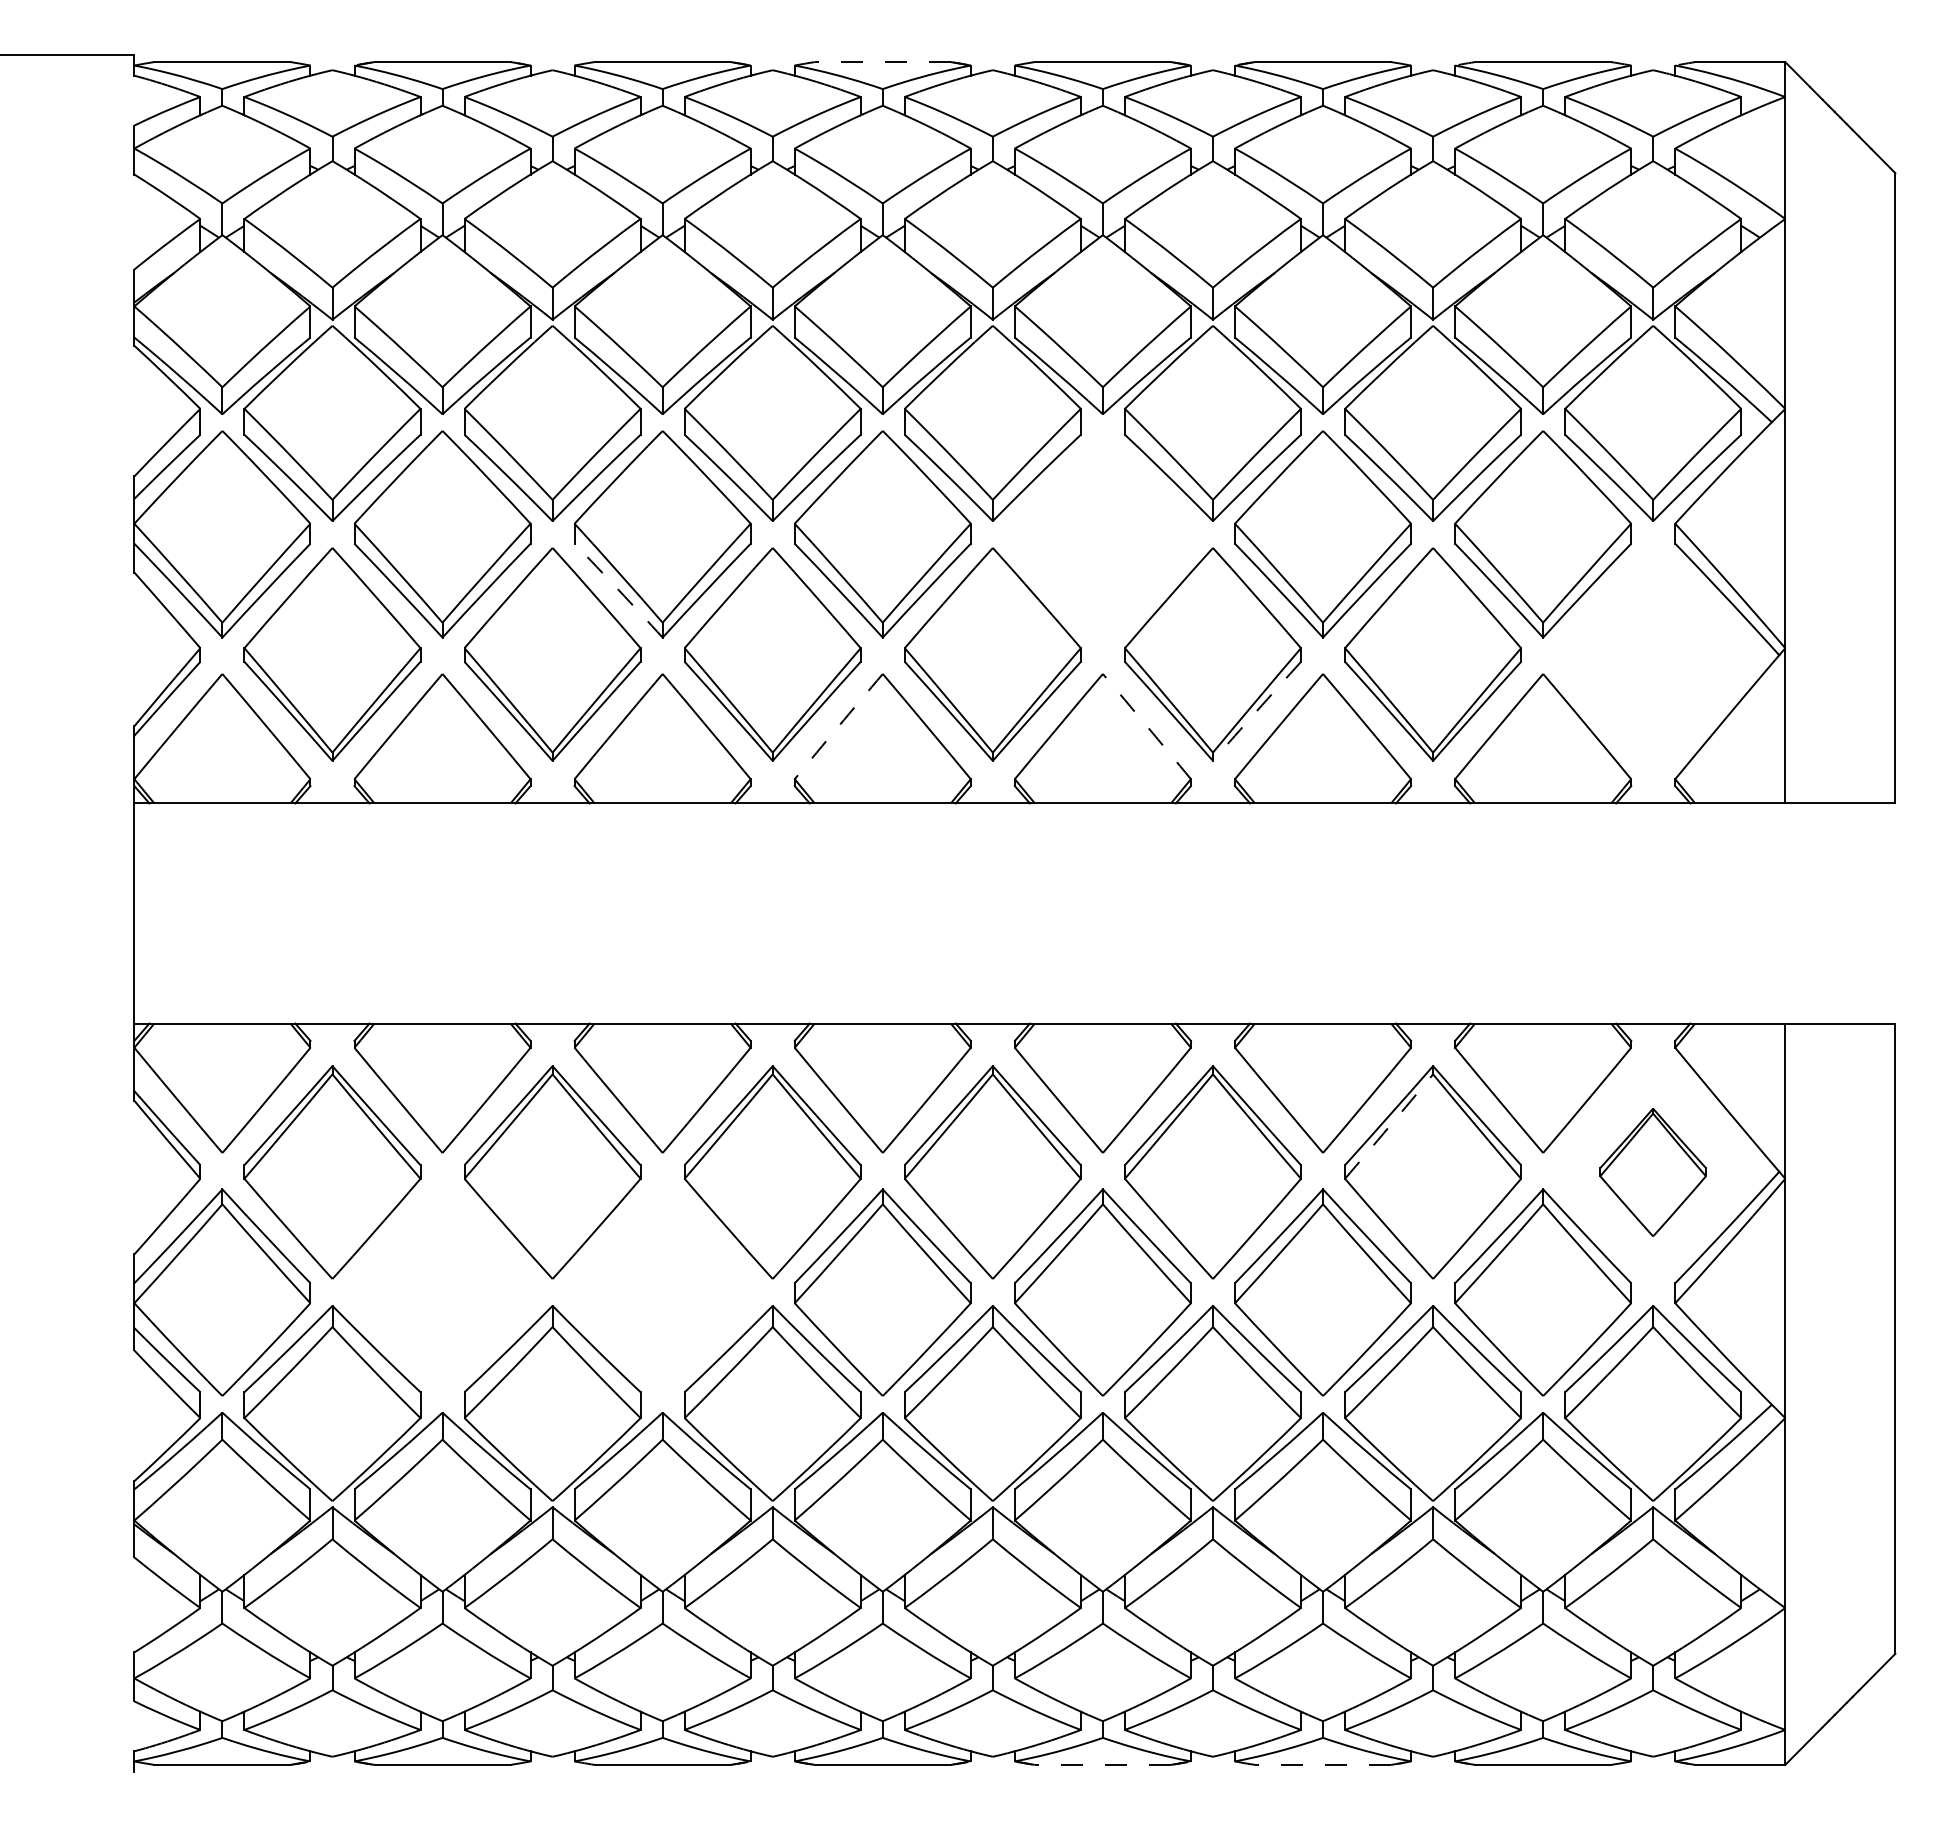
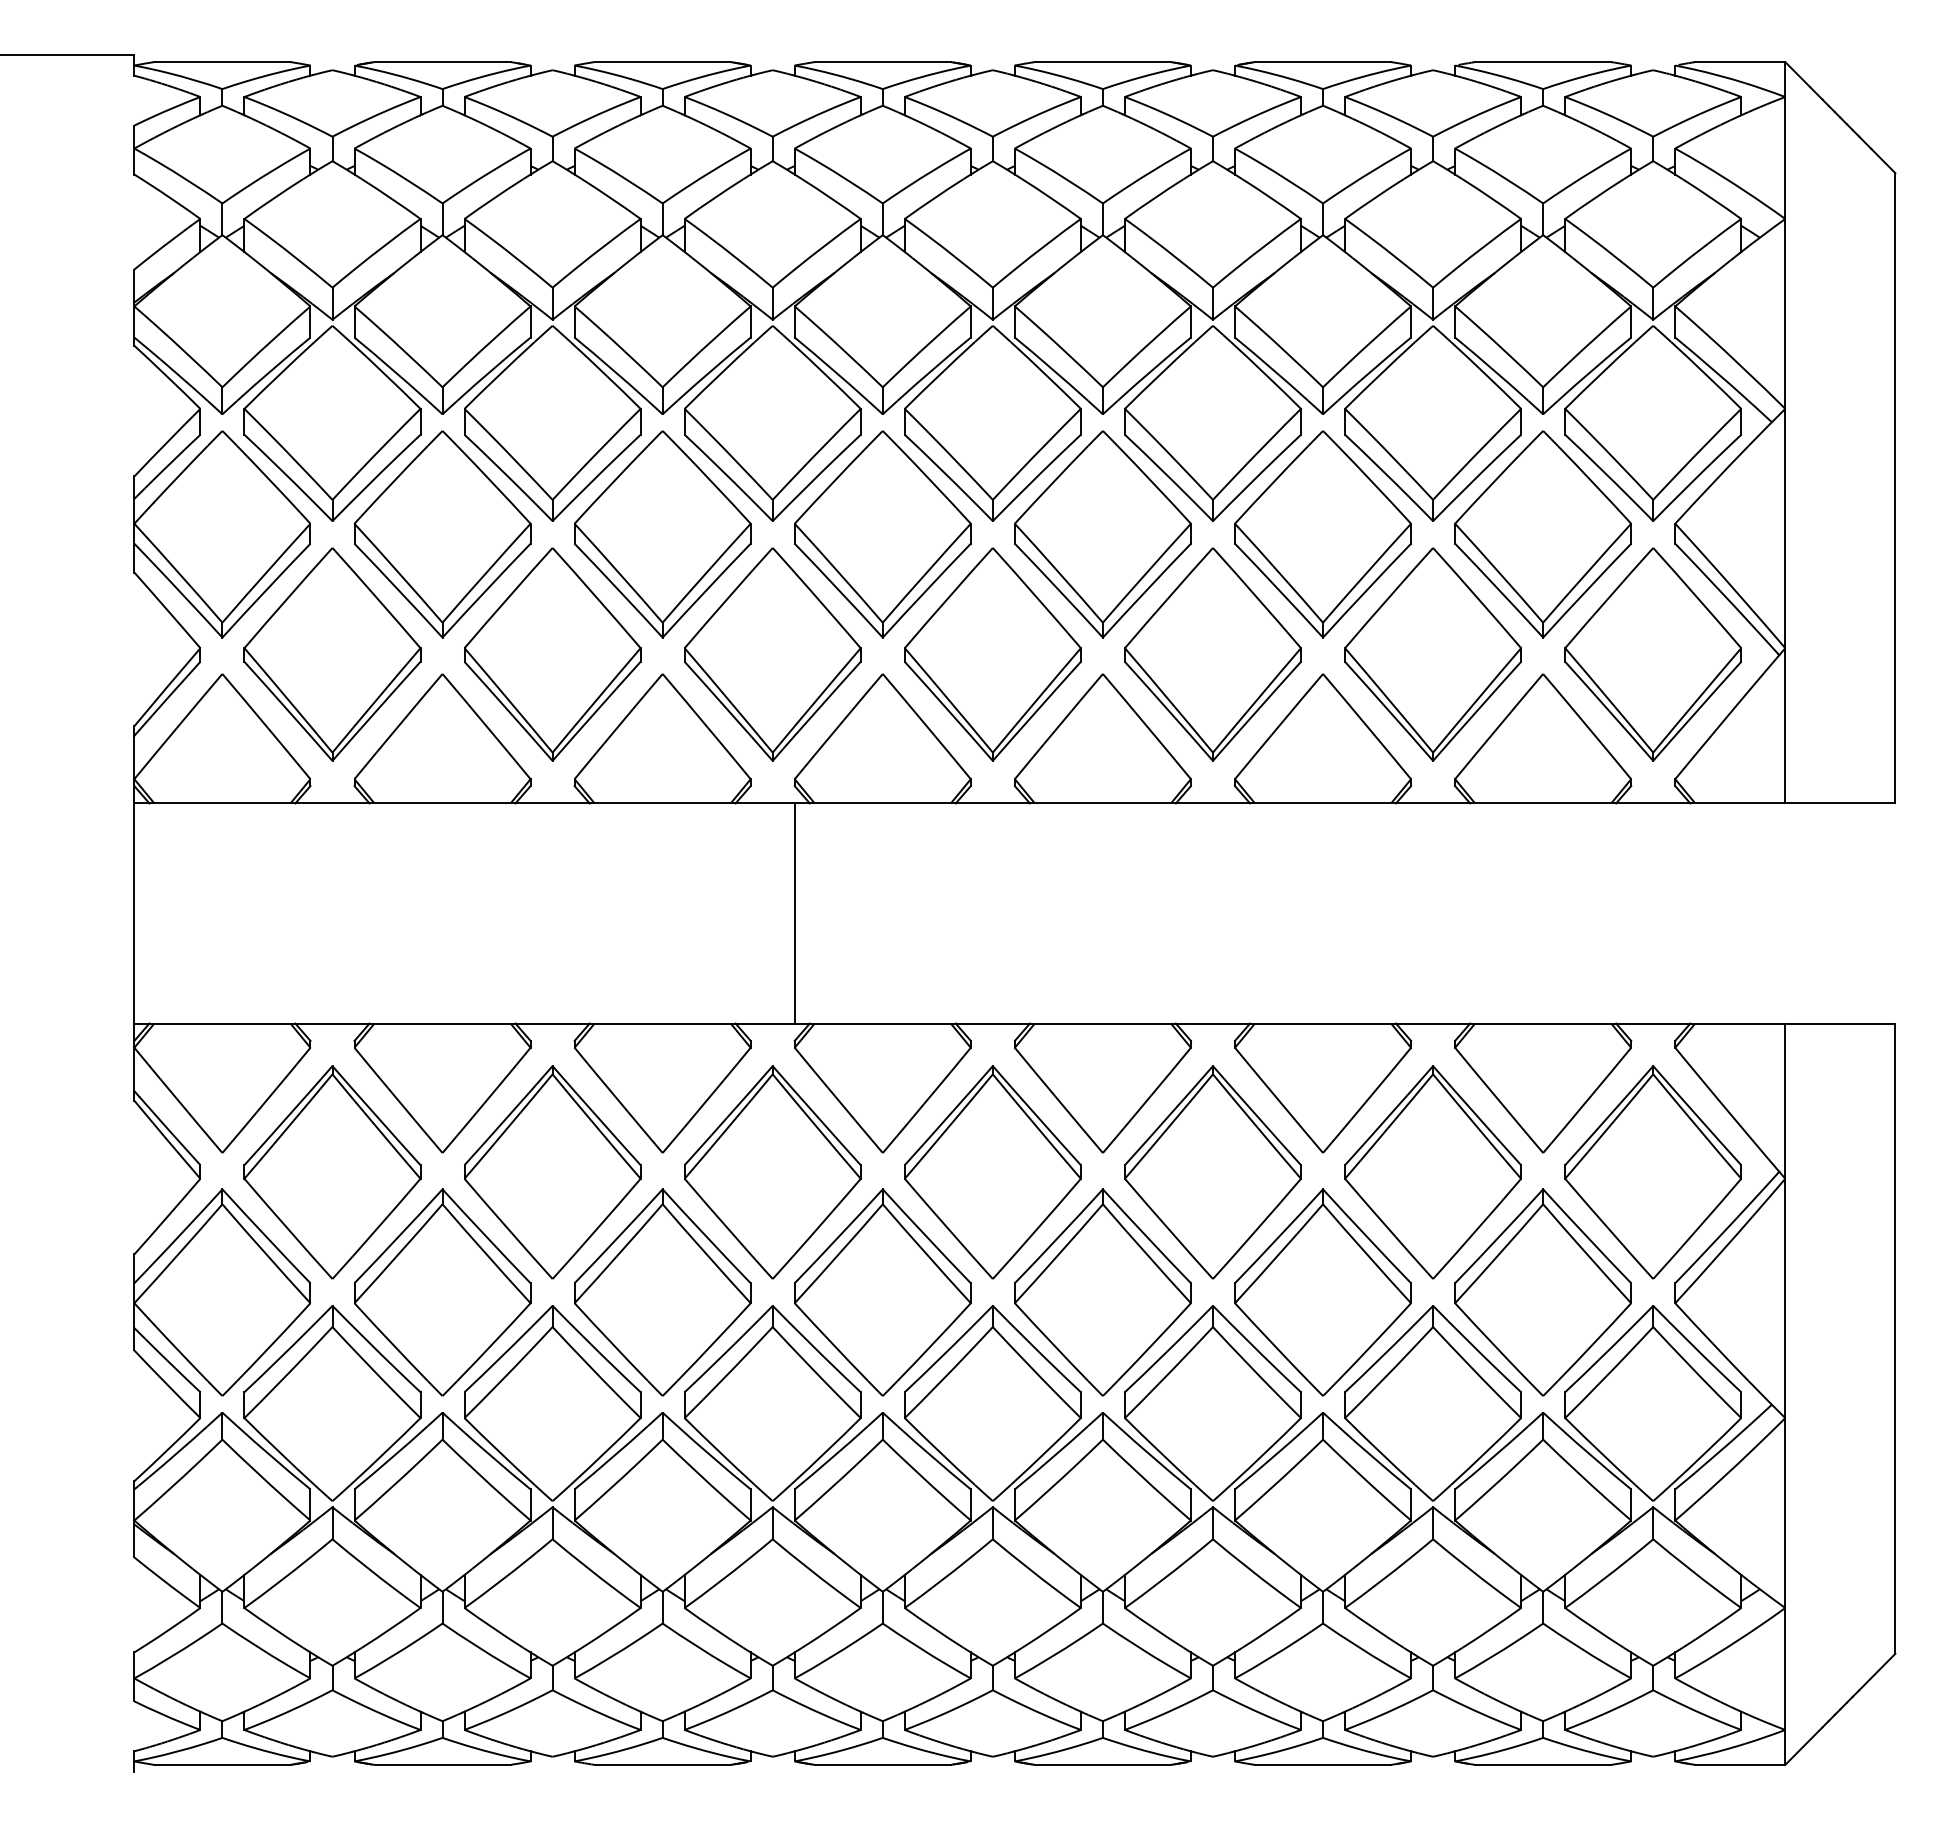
line at (882, 62): dashed -> solid
part at (1102, 534): none -> present
arc at (618, 590): dashed -> solid
part at (1652, 654): none -> present
arc at (1256, 711): dashed -> solid
arc at (838, 726): dashed -> solid
arc at (1147, 726): dashed -> solid
line at (794, 913): none -> present
arc at (1389, 1126): dashed -> solid
part at (1652, 1172) size: 108x129 px -> 178x215 px
part at (442, 1292): none -> present
part at (662, 1292): none -> present
line at (1102, 1764): dashed -> solid
line at (1322, 1764): dashed -> solid
